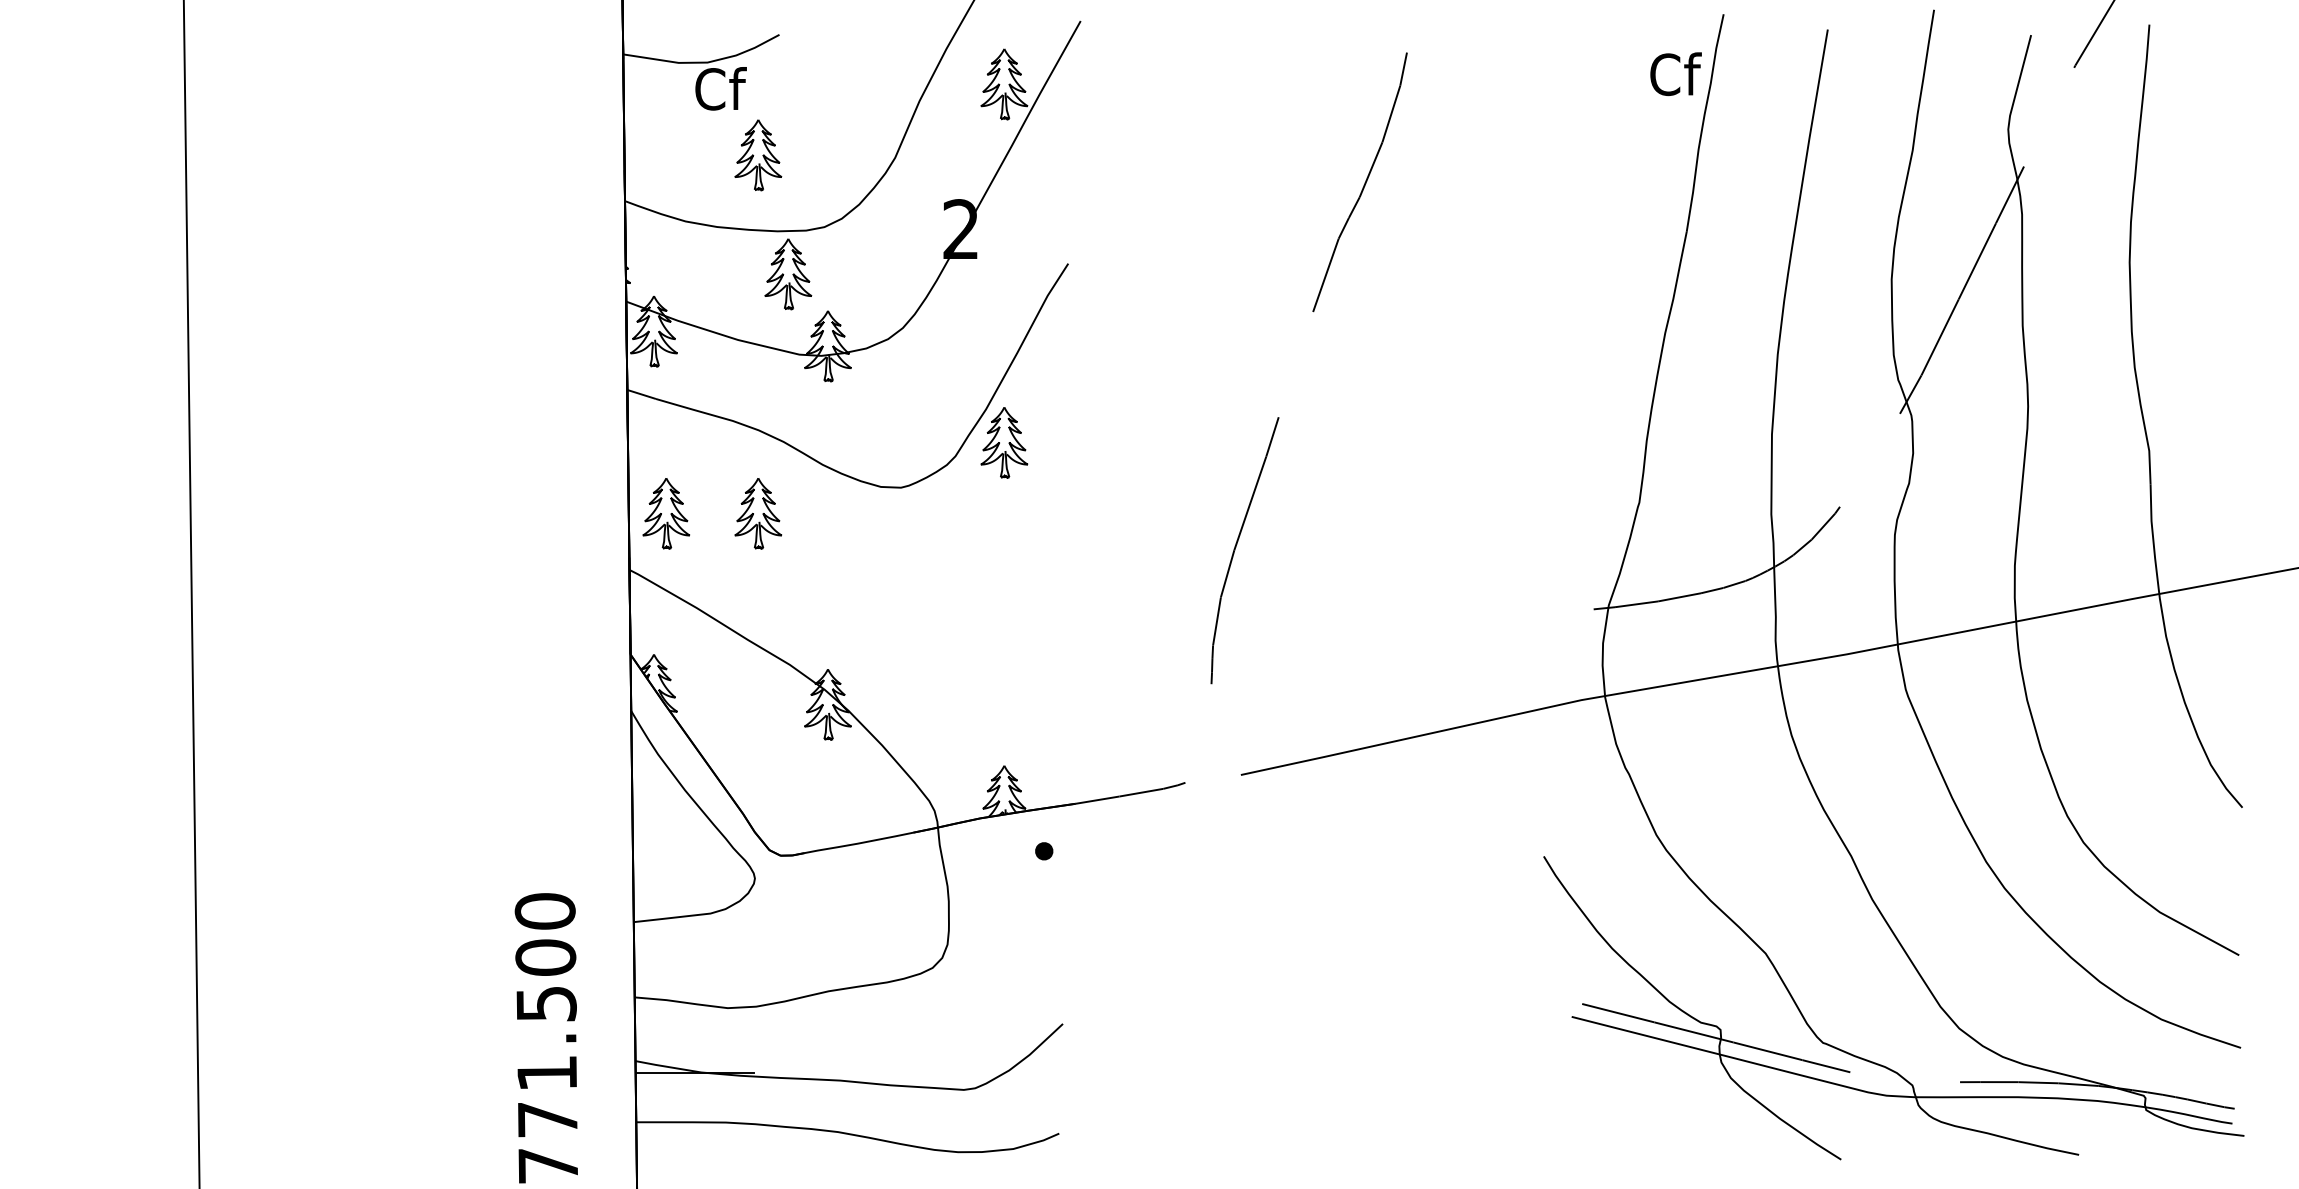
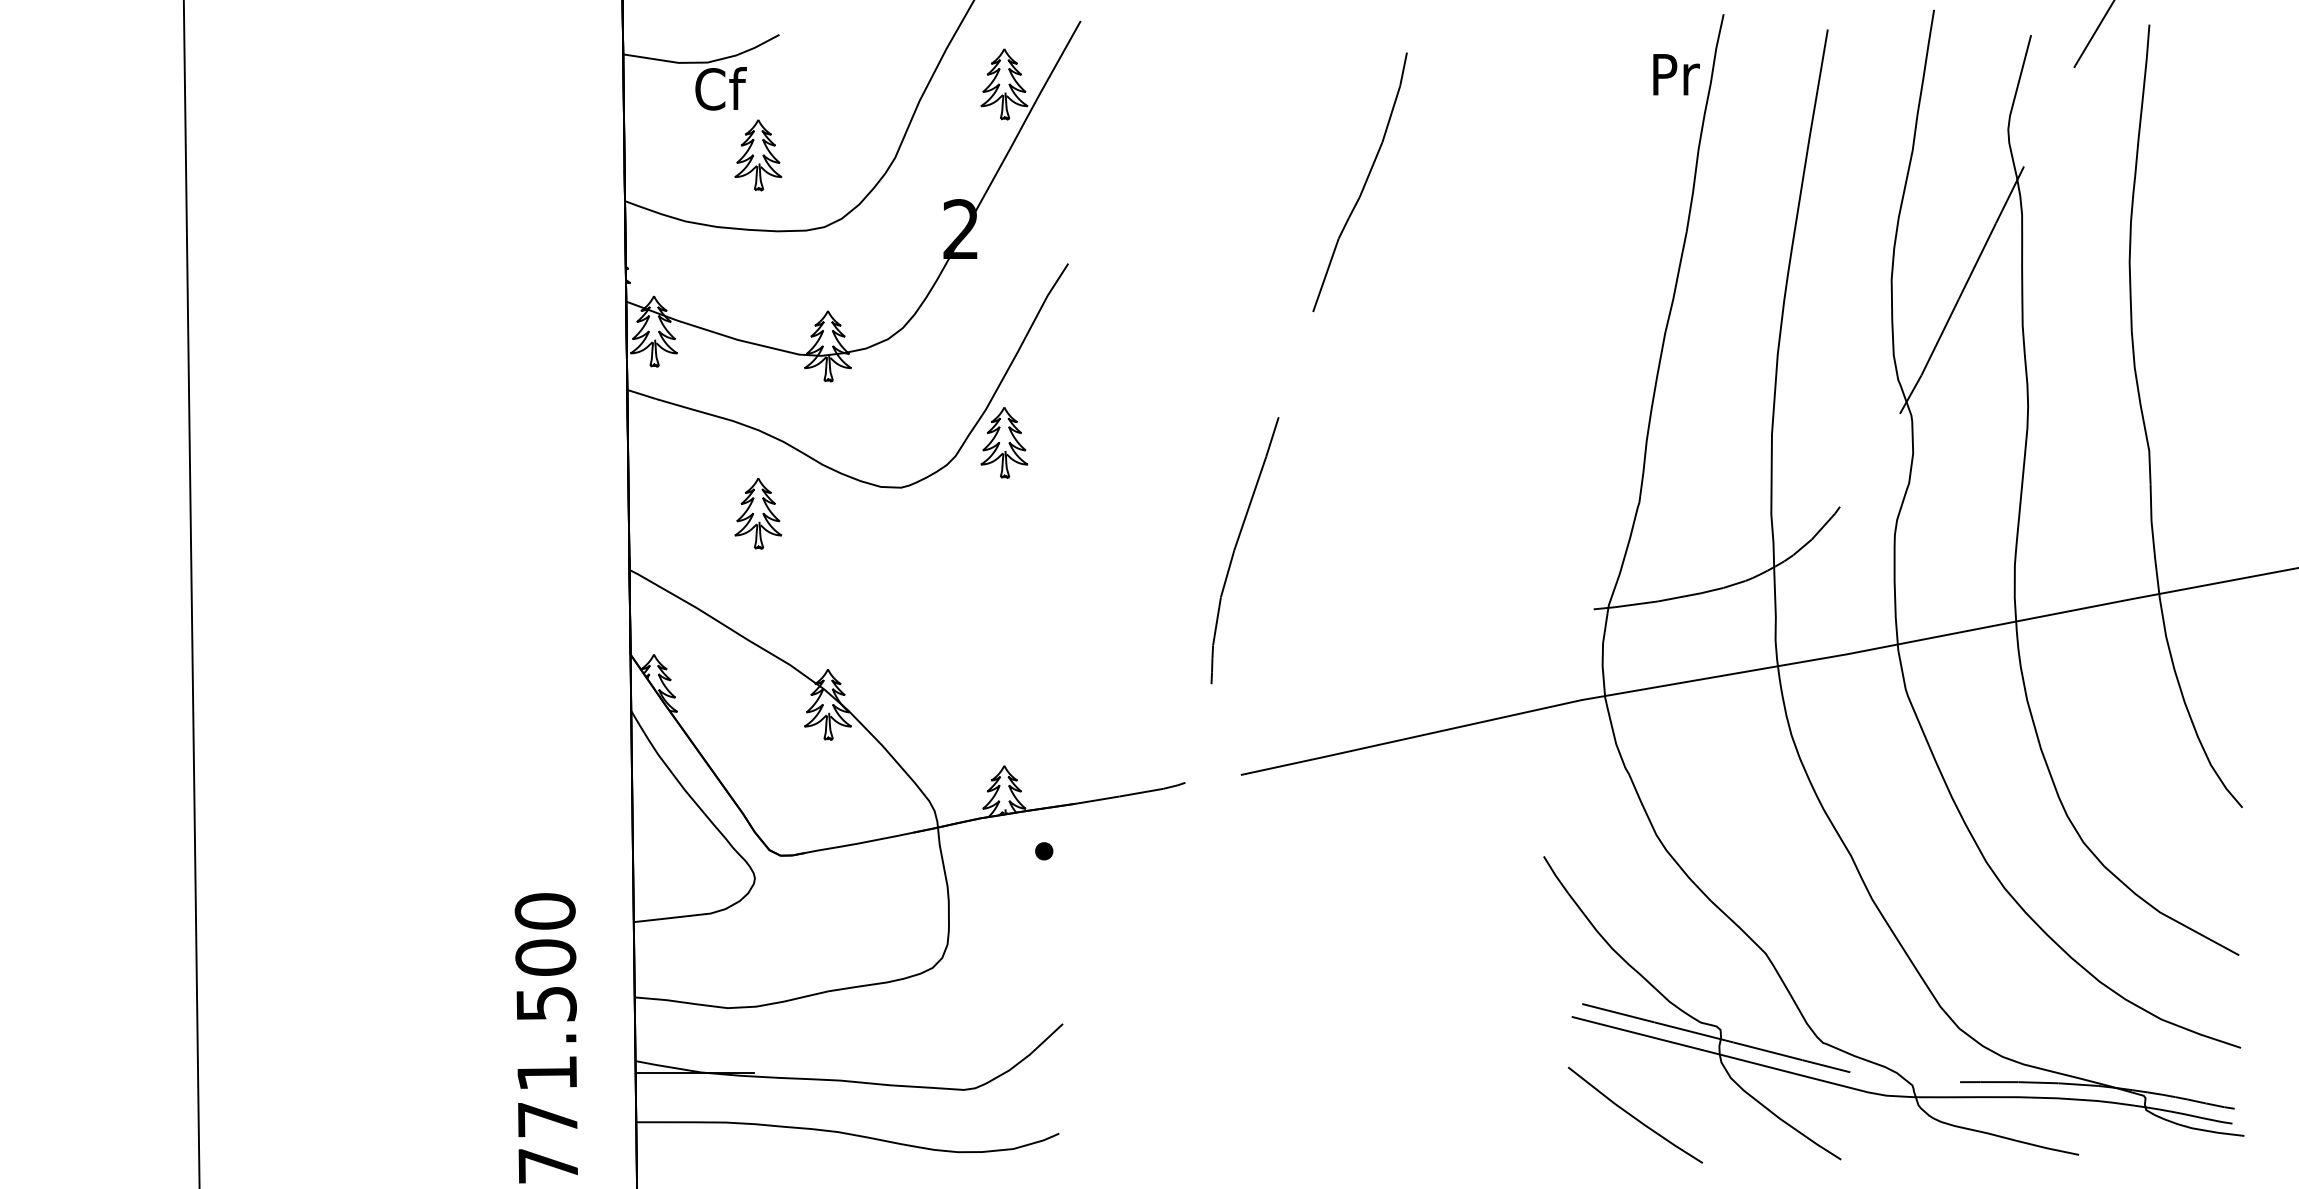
text at (1675, 74): Cf -> Pr
part at (788, 274): present -> none
part at (666, 513): present -> none
line at (1633, 1115): none -> present
